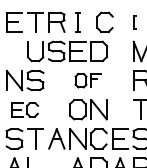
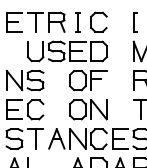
part at (97, 21) position: (97, 21) -> (91, 21)
part at (134, 22) size: 4x15 px -> 5x21 px
part at (87, 80) size: 28x17 px -> 39x22 px
part at (24, 109) size: 28x16 px -> 39x22 px
